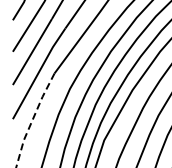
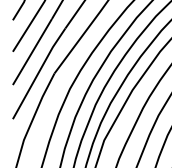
line at (32, 119): dashed -> solid
